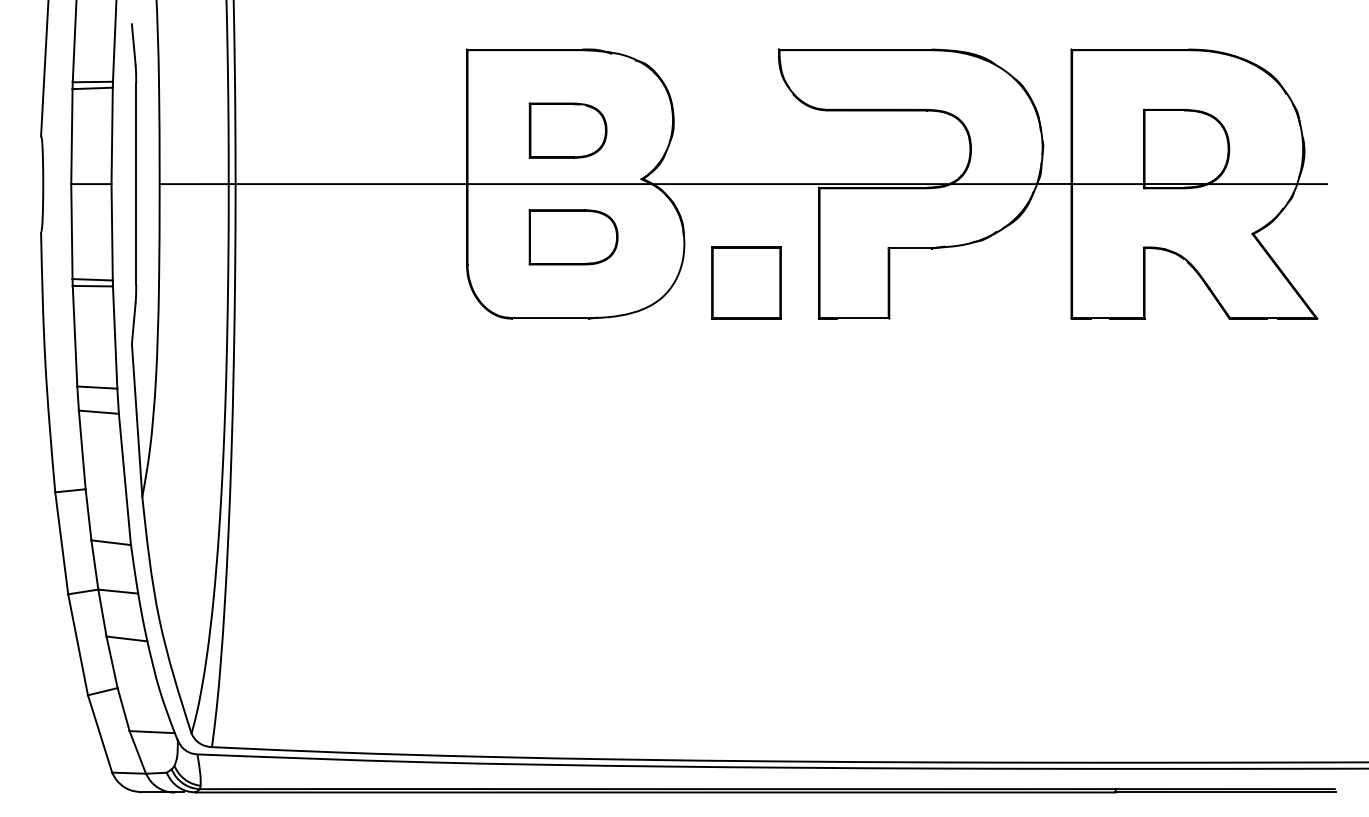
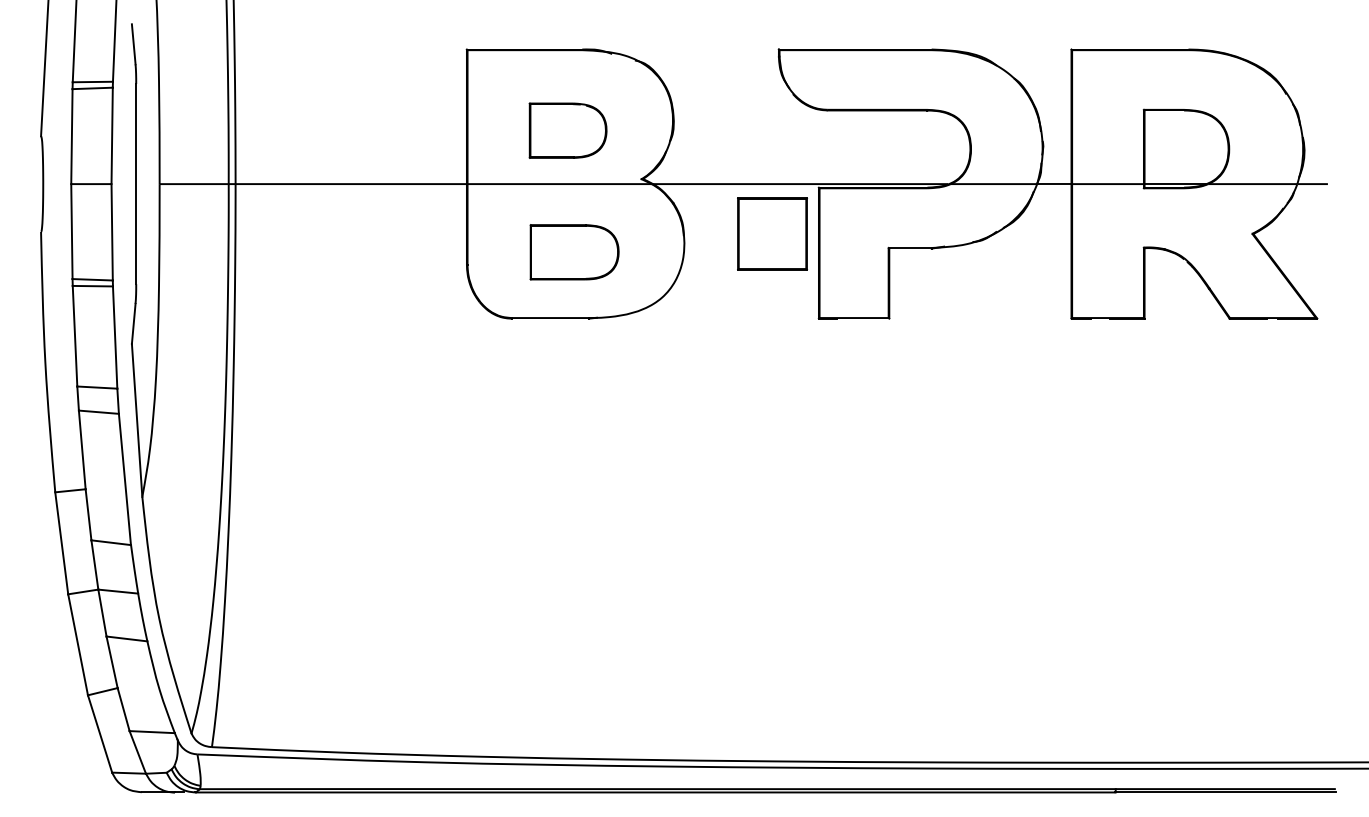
part at (573, 237) position: (573, 237) -> (574, 252)
part at (746, 282) position: (746, 282) -> (772, 233)
